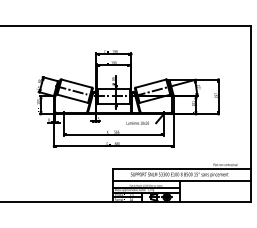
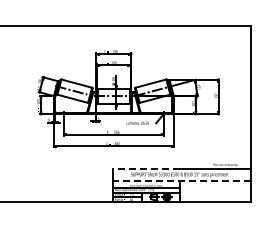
line at (146, 168): solid -> dashed
line at (181, 181): solid -> dashed
